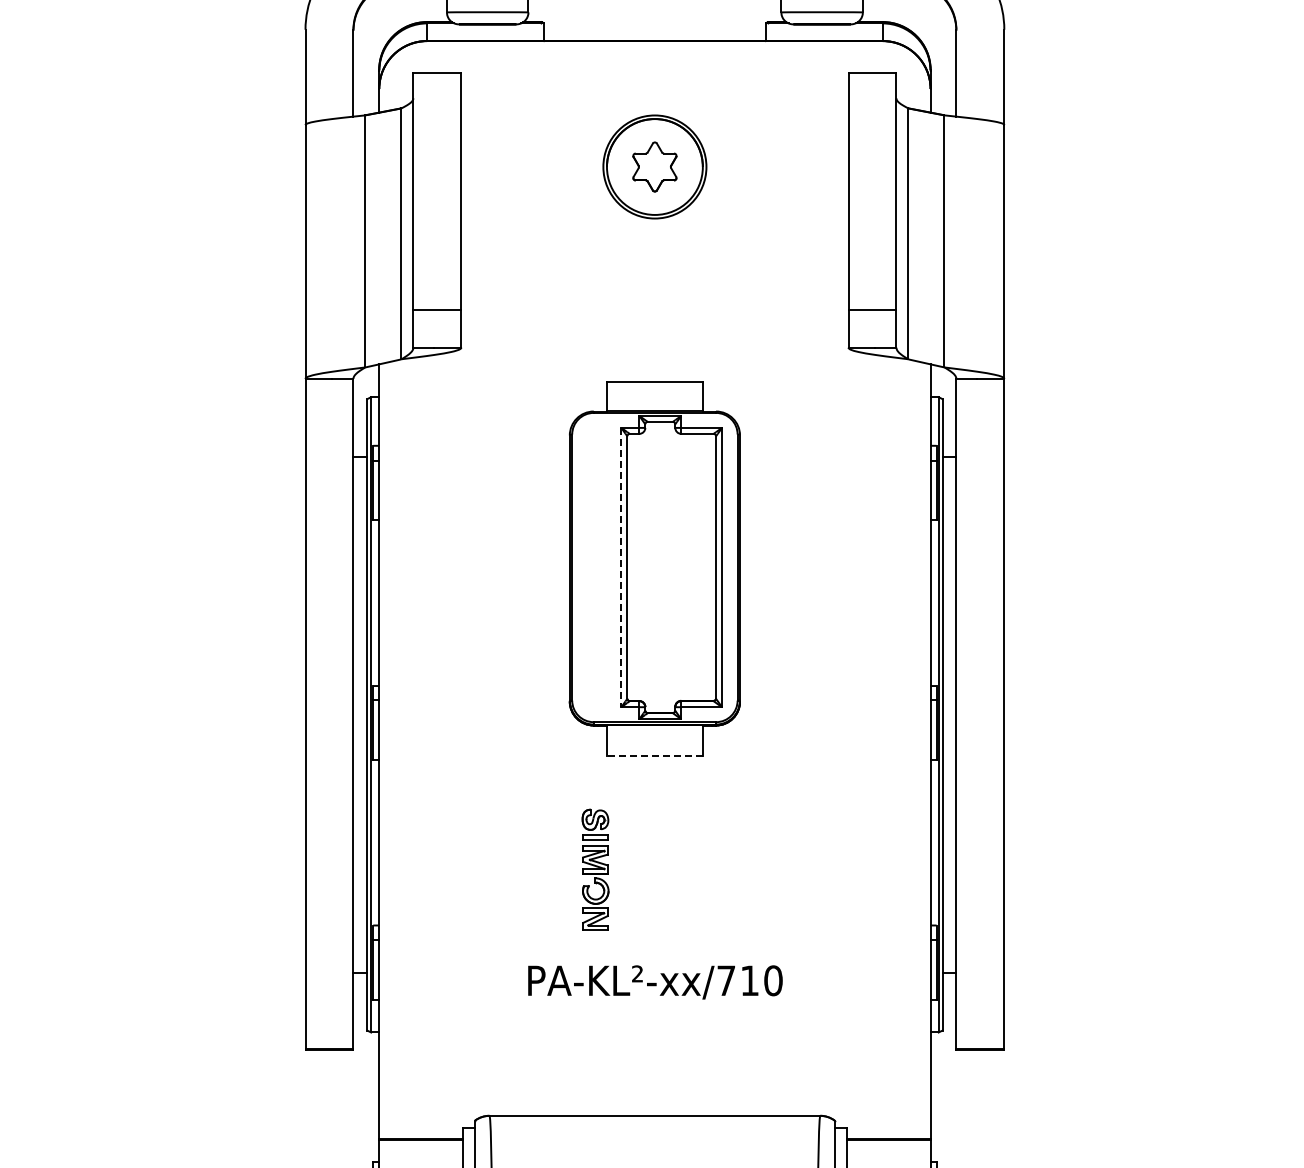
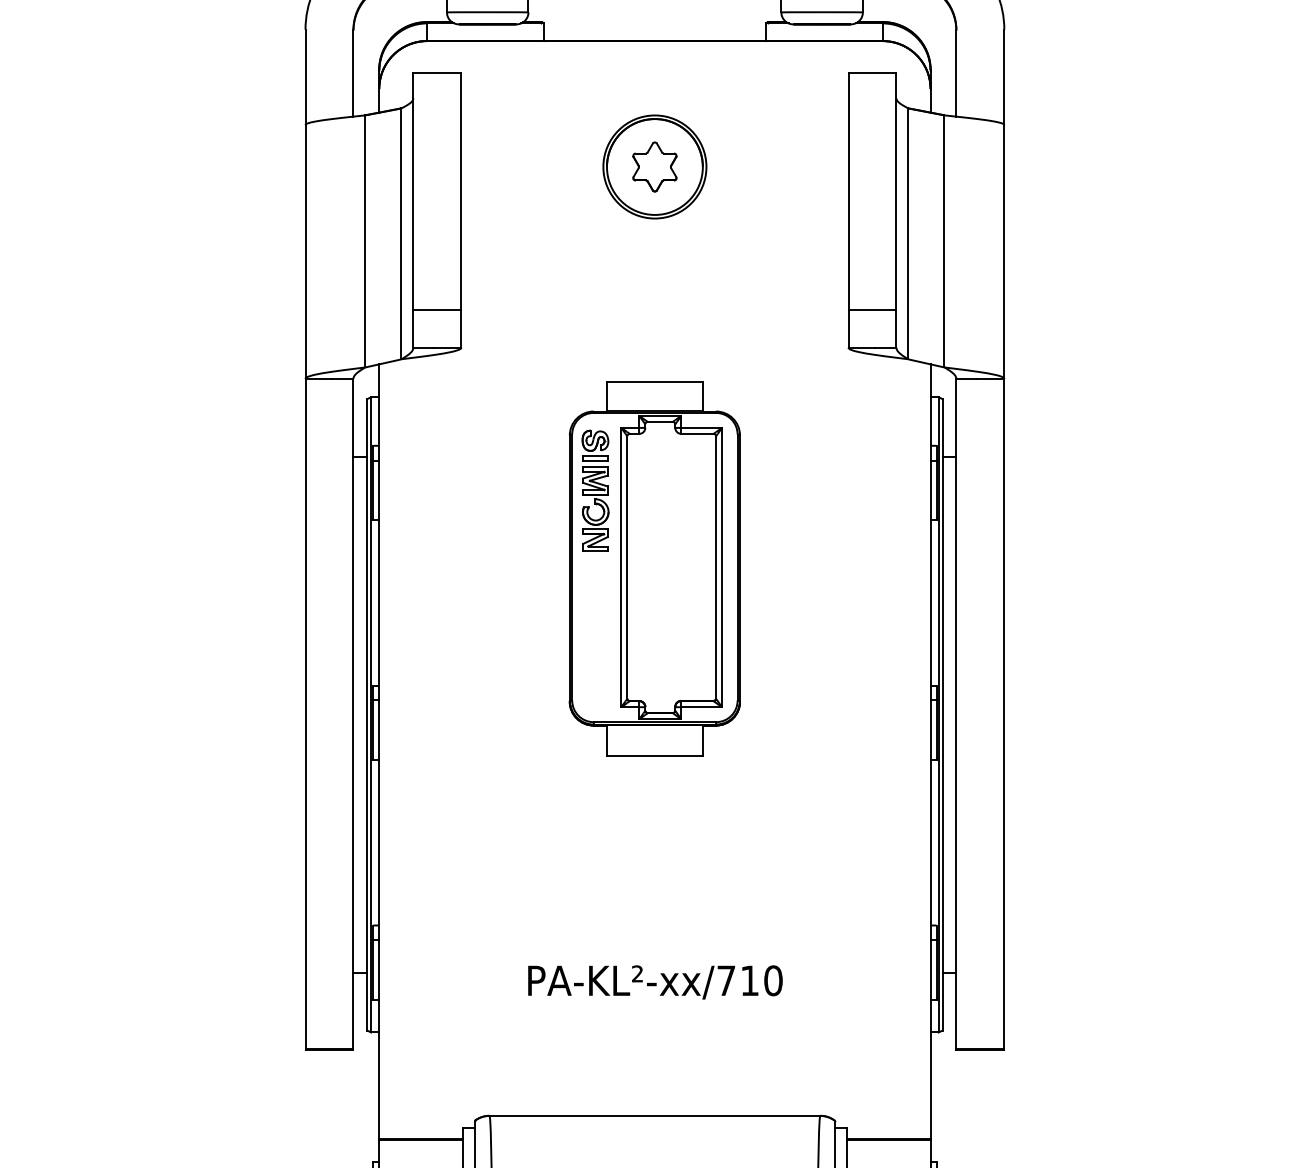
line at (621, 567): dashed -> solid
line at (654, 755): dashed -> solid
part at (595, 869) position: (595, 869) -> (595, 490)
